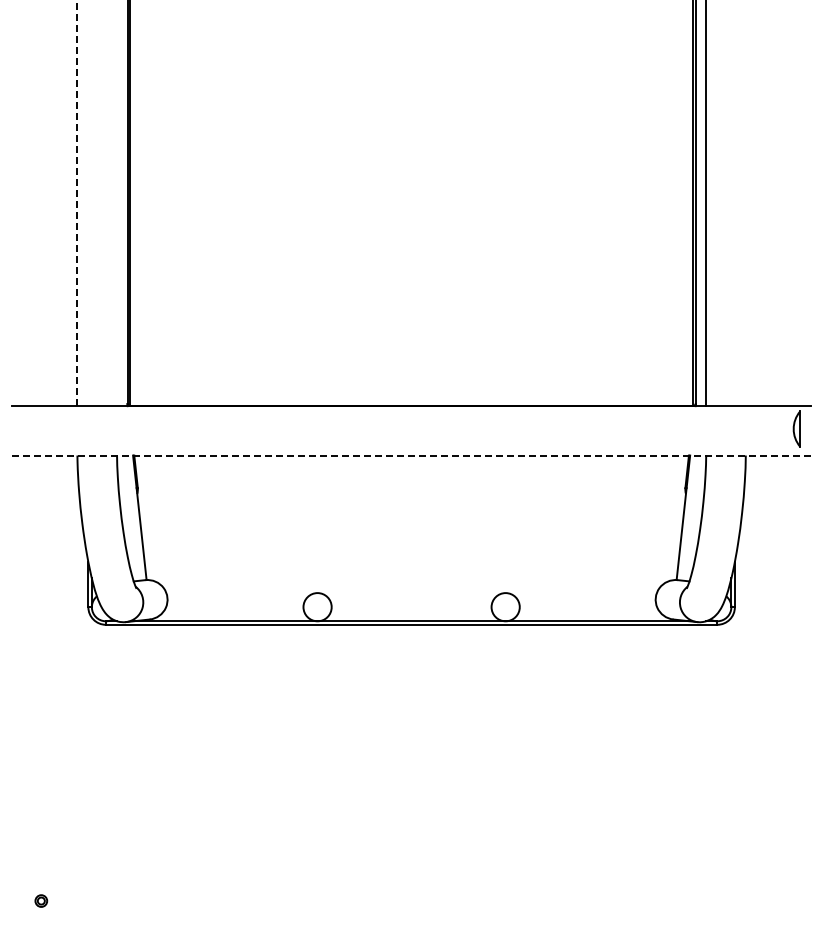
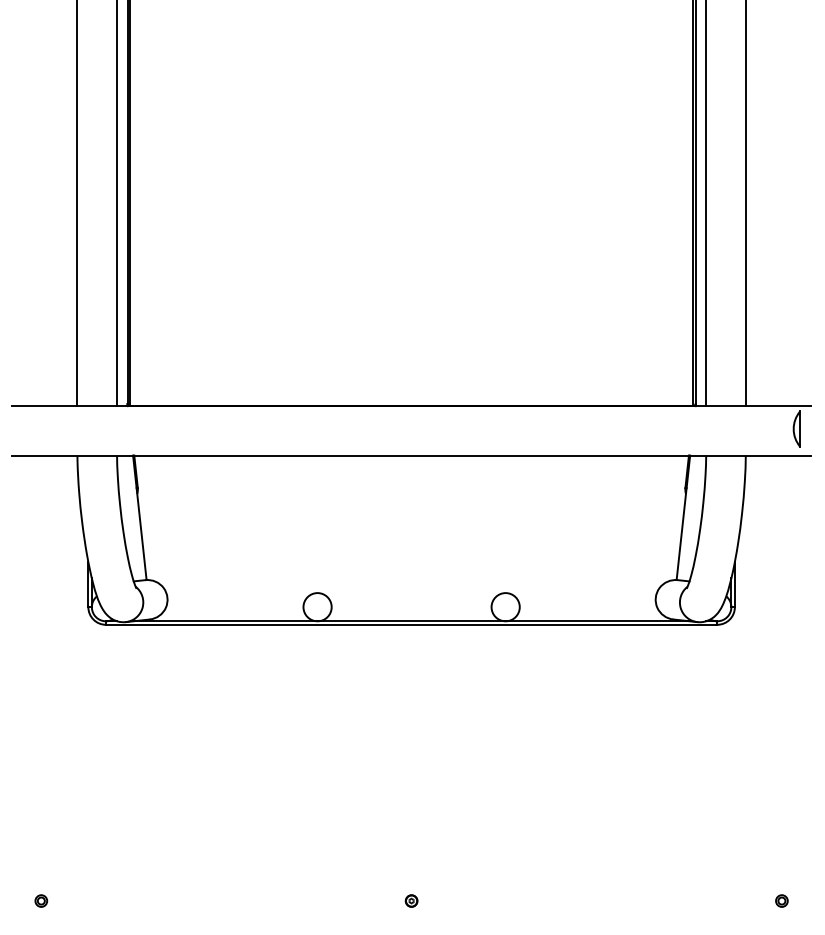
line at (77, 203): dashed -> solid
line at (117, 204): none -> present
line at (745, 204): none -> present
line at (412, 455): dashed -> solid
part at (411, 900): none -> present
part at (781, 900): none -> present
